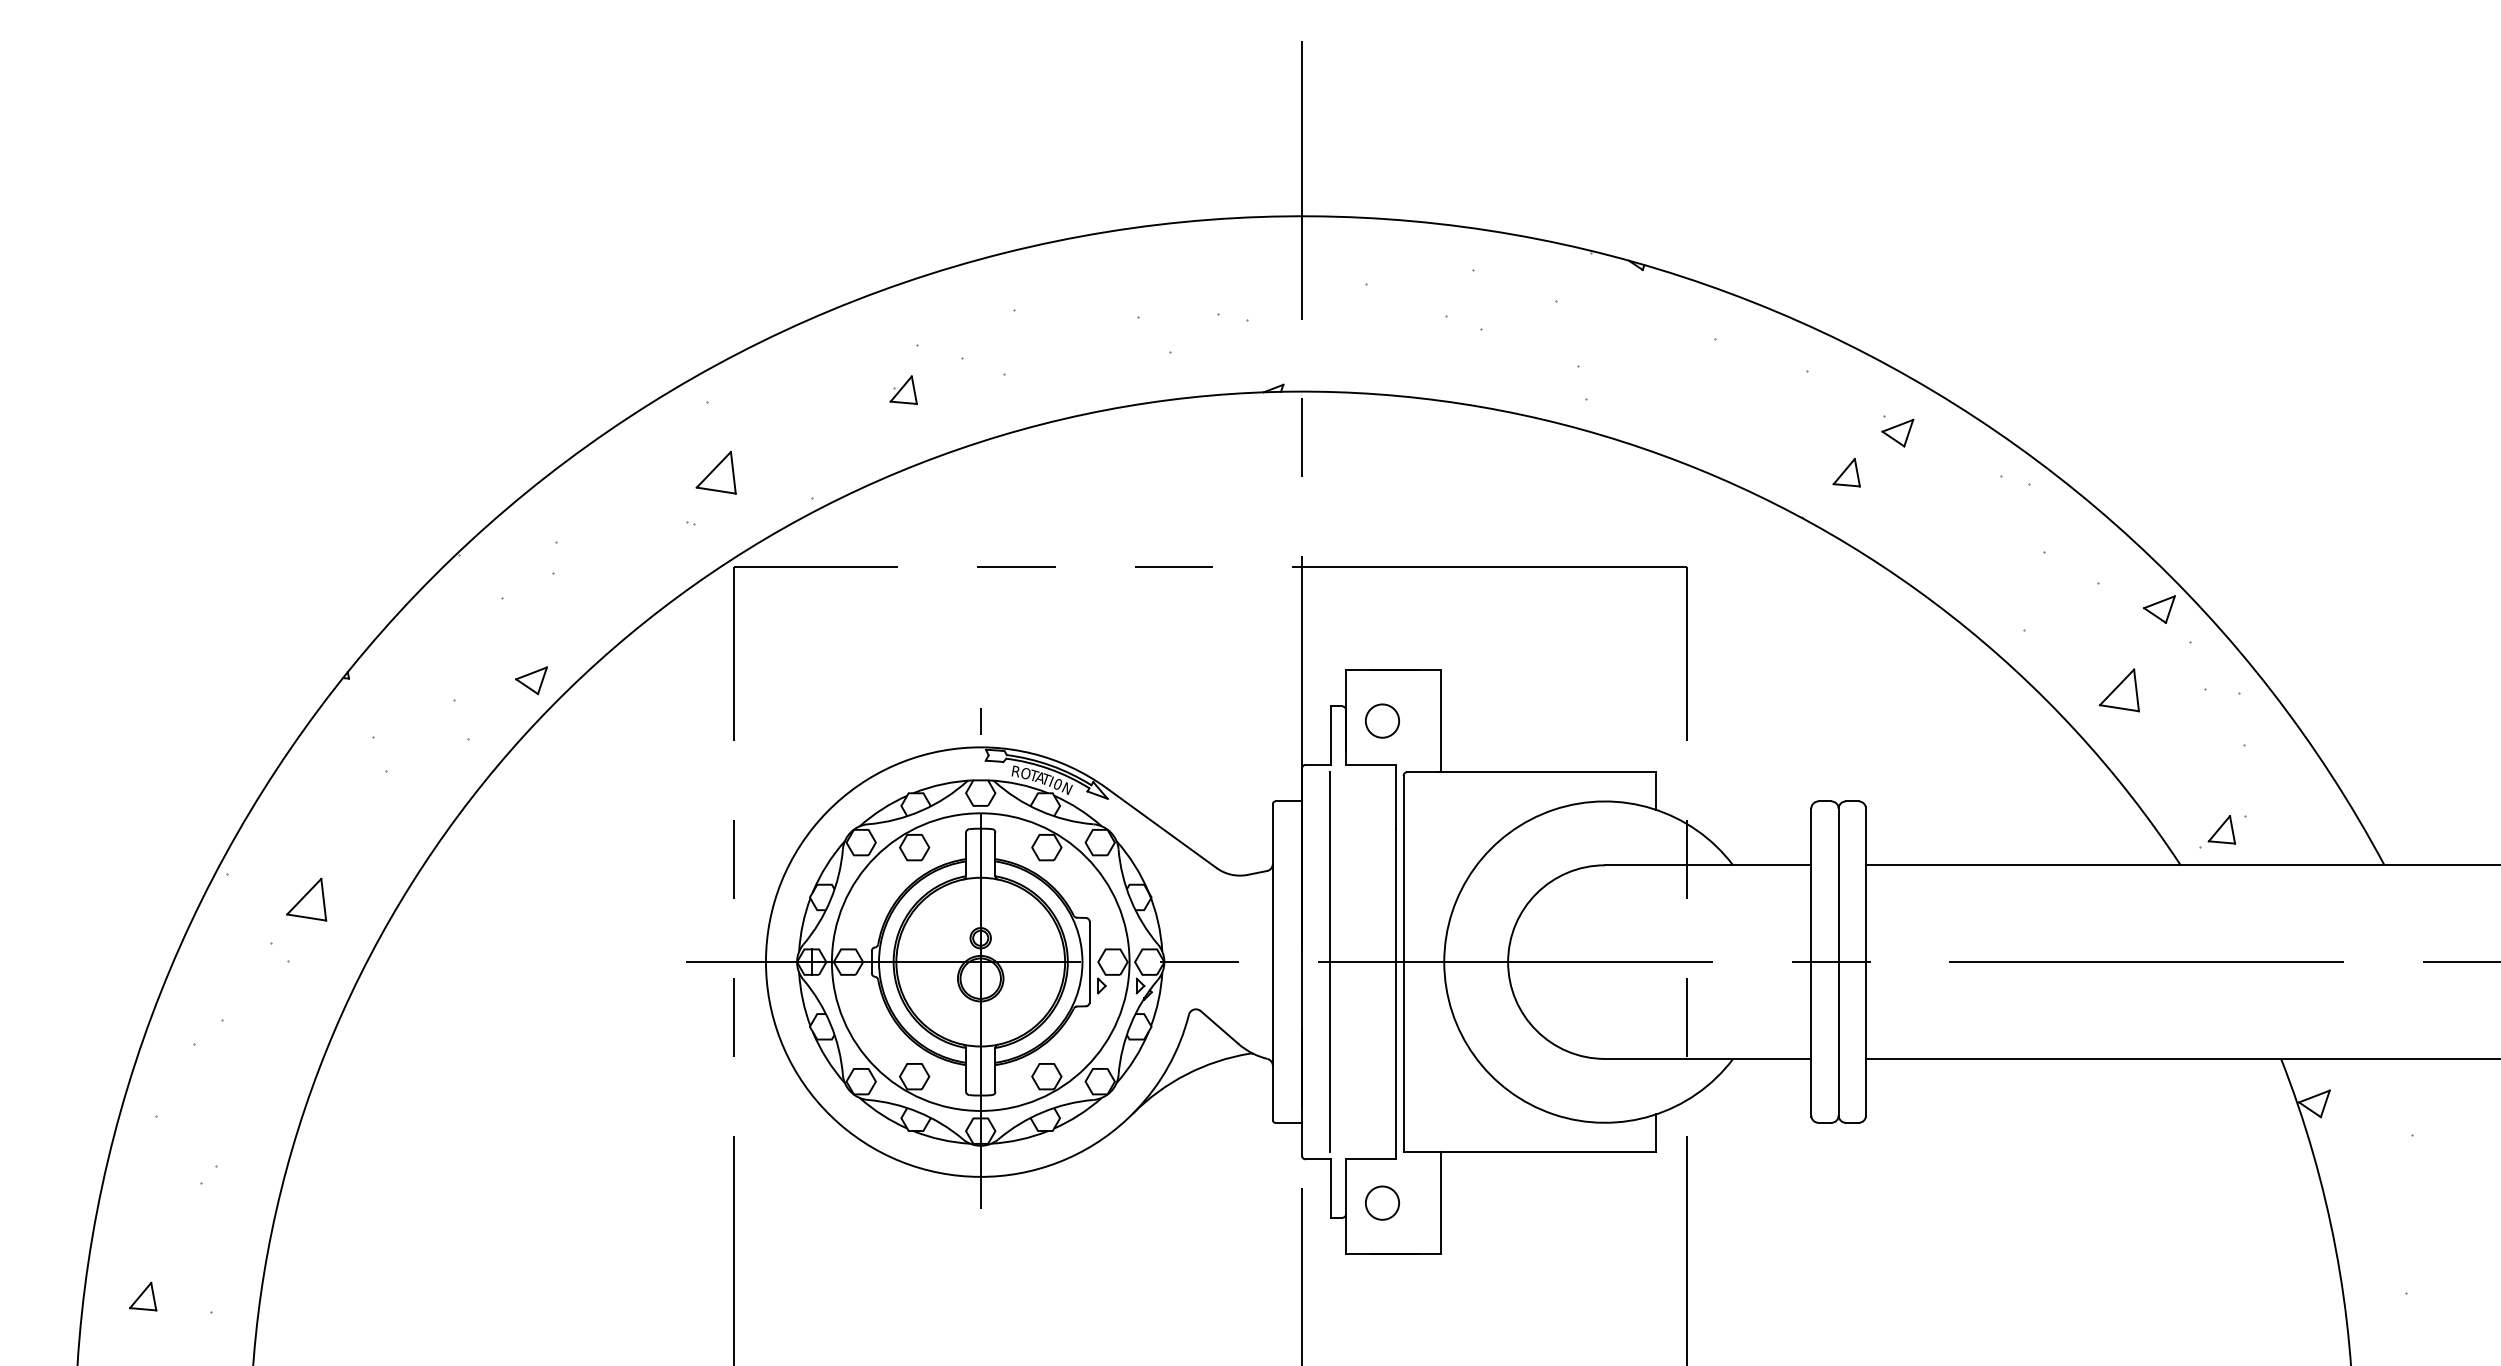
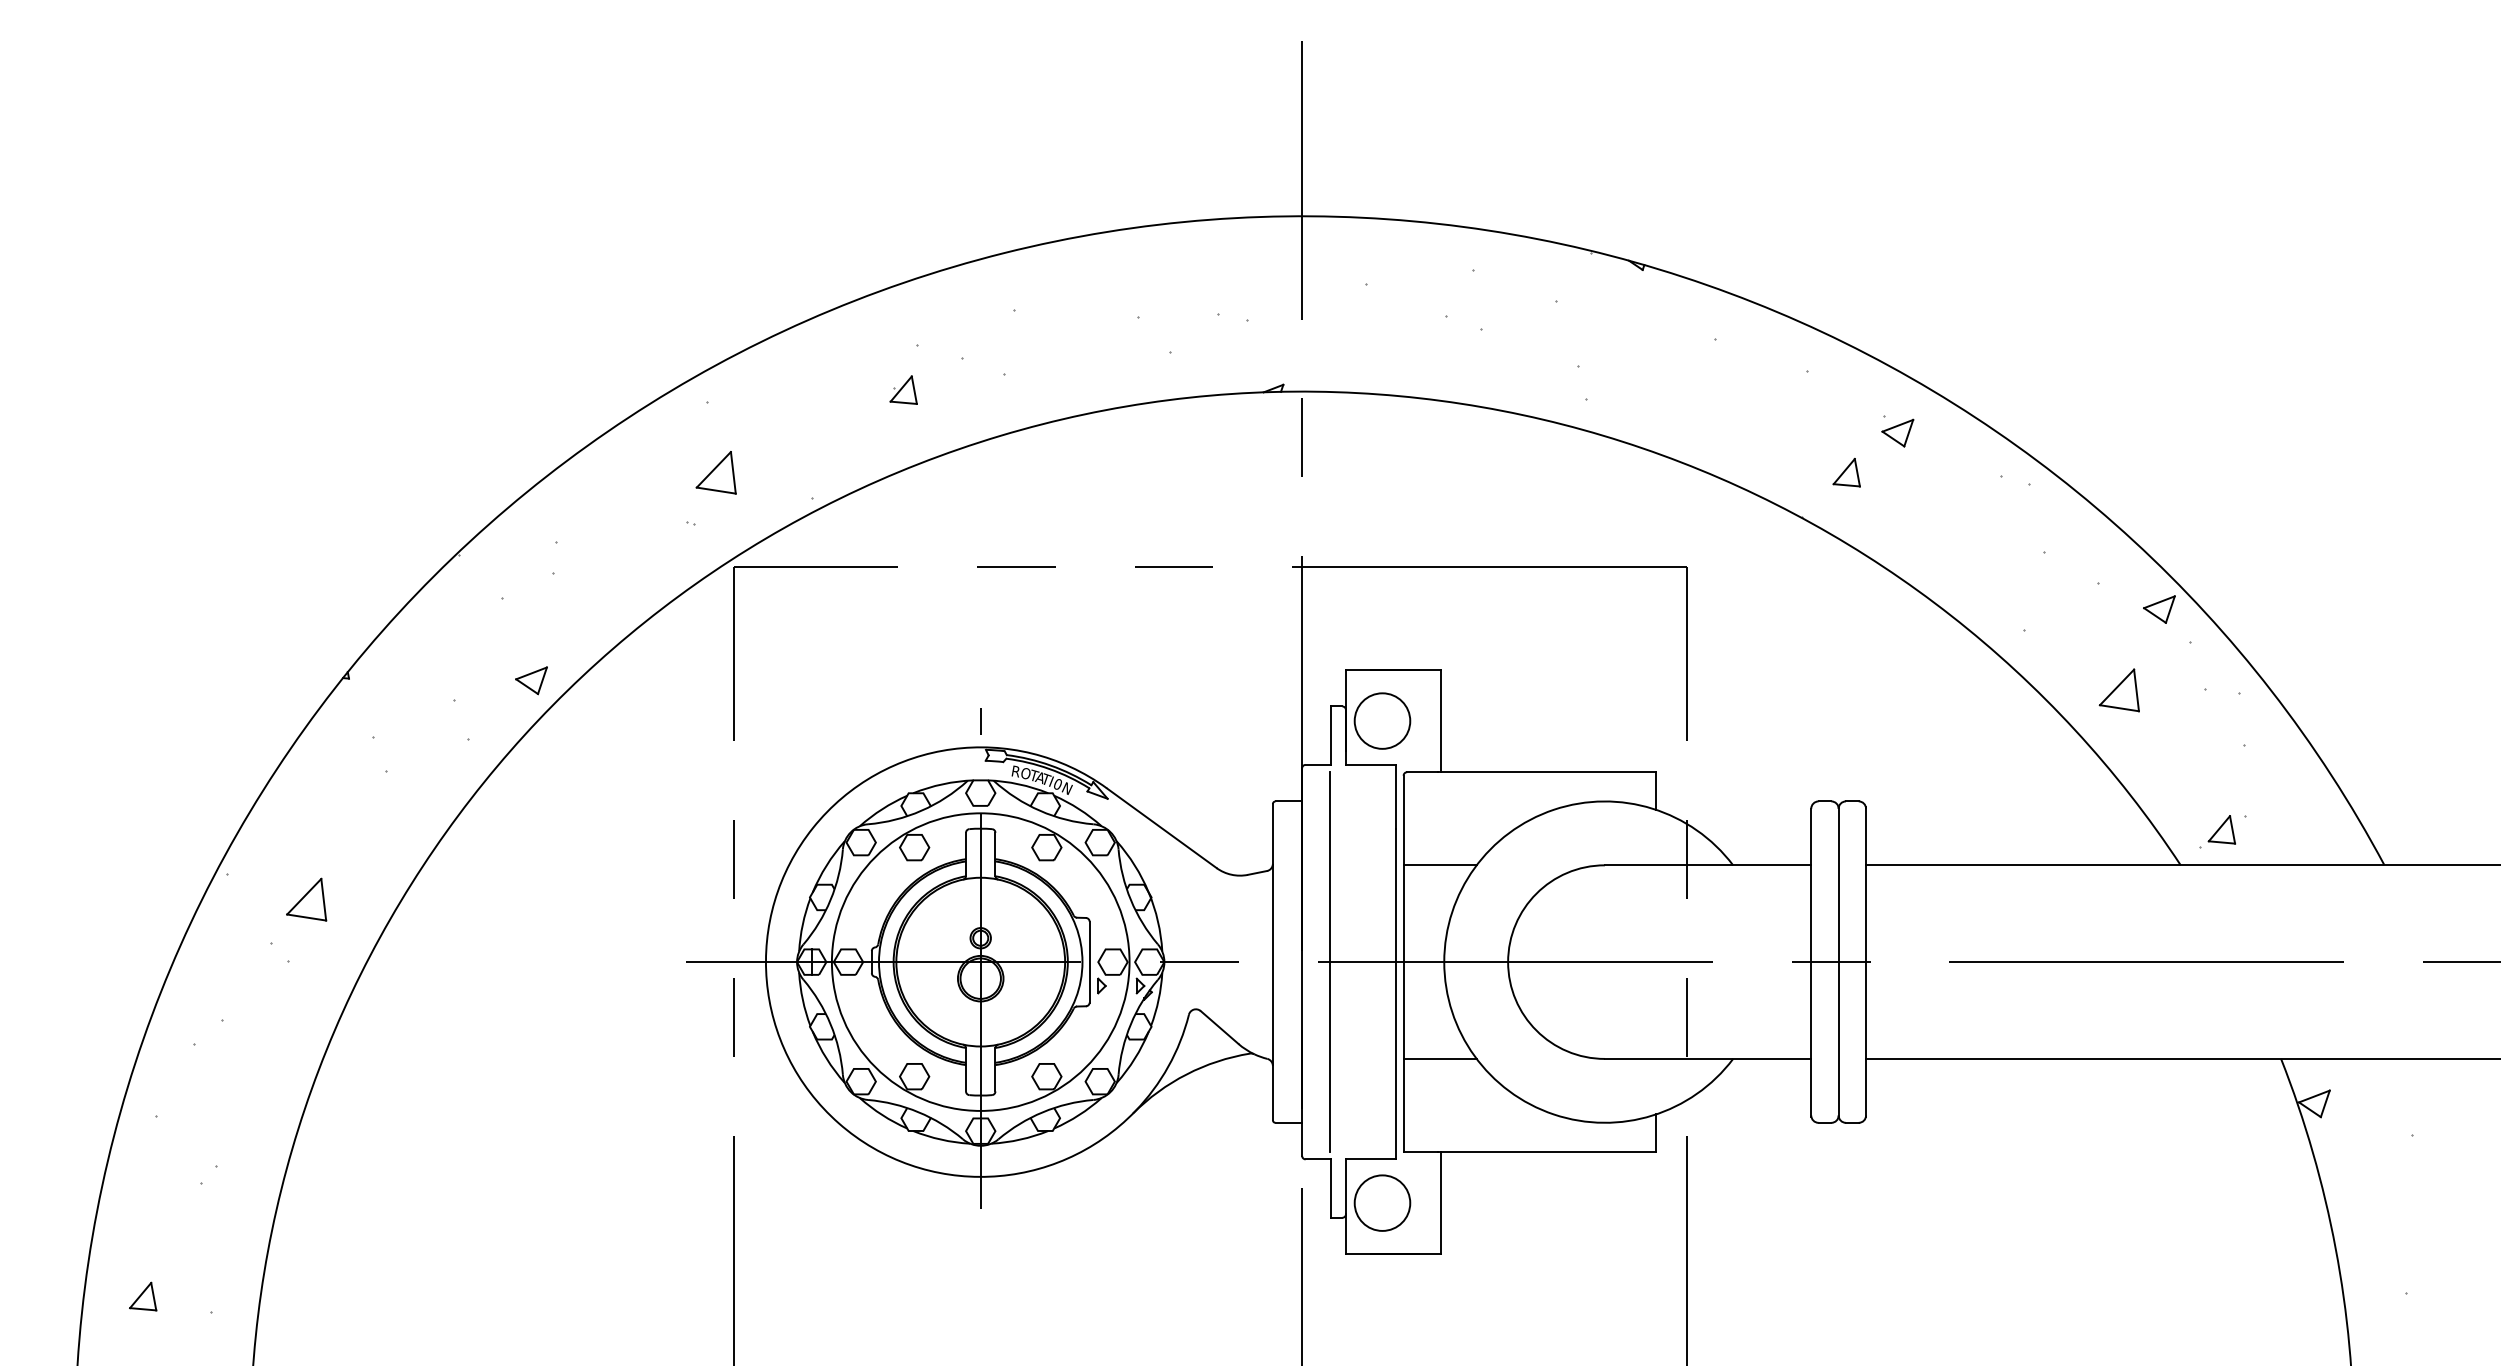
circle at (1382, 720) diameter: 33 px -> 56 px
line at (1439, 865): none -> present
line at (1439, 1058): none -> present
circle at (1382, 1202) diameter: 33 px -> 56 px
